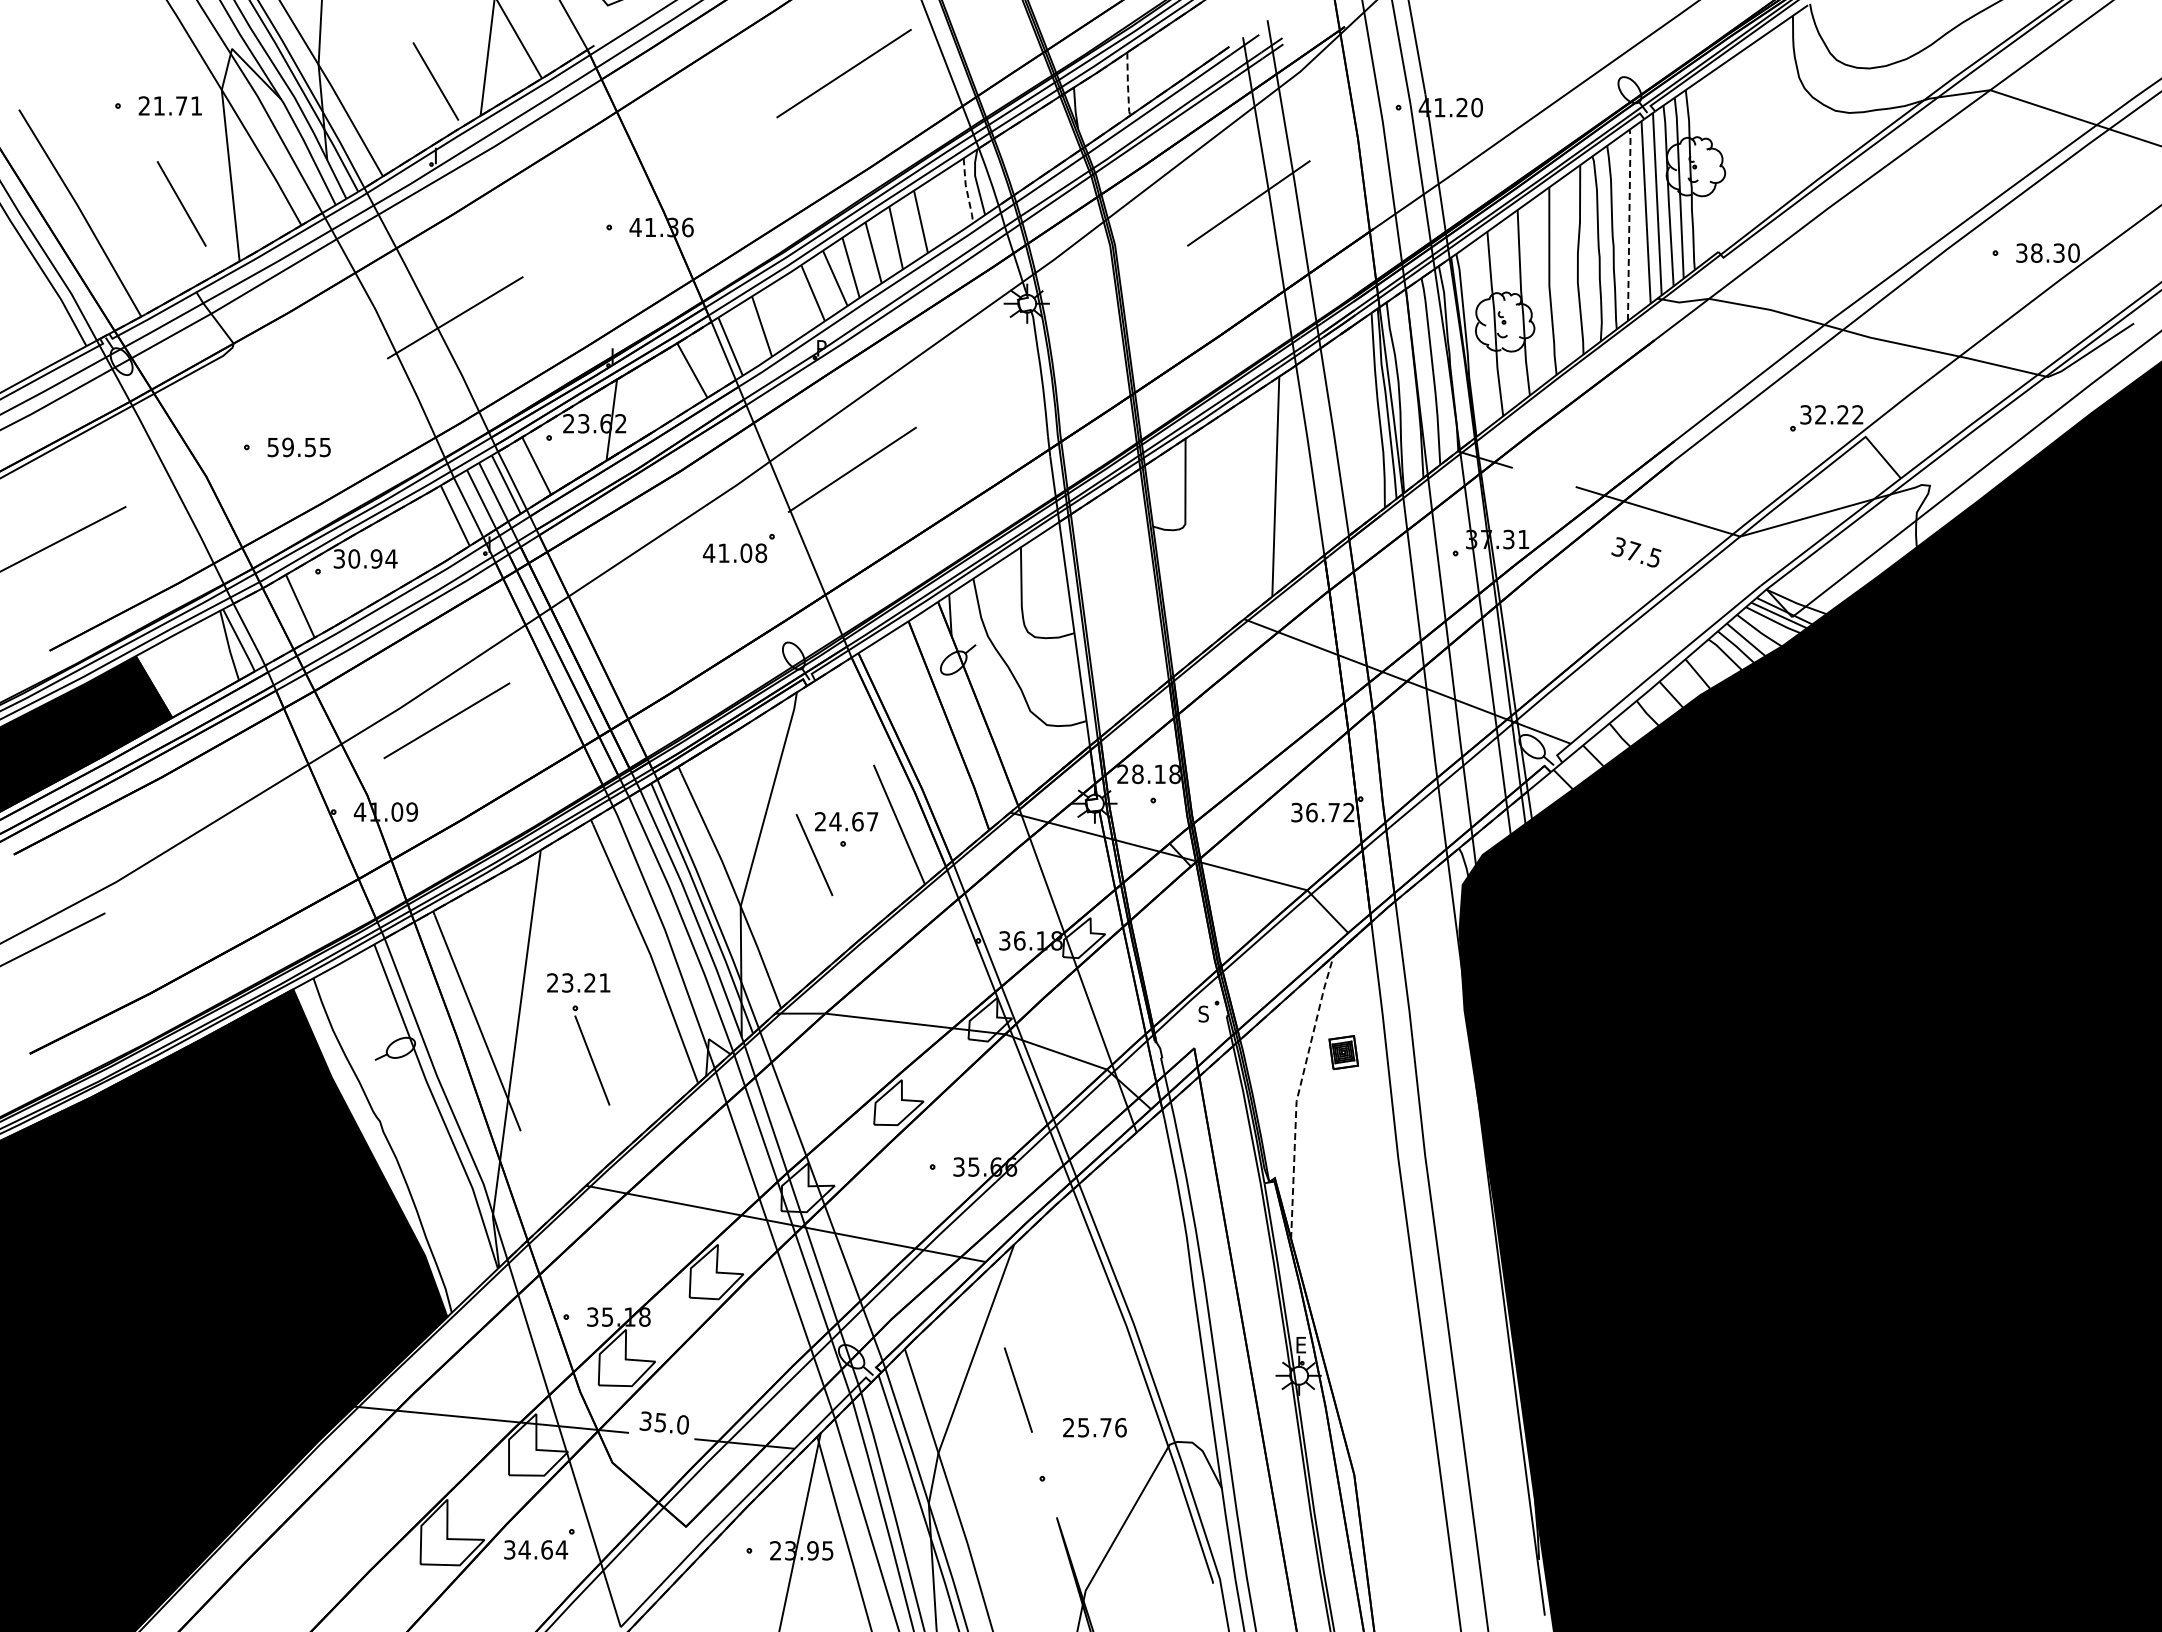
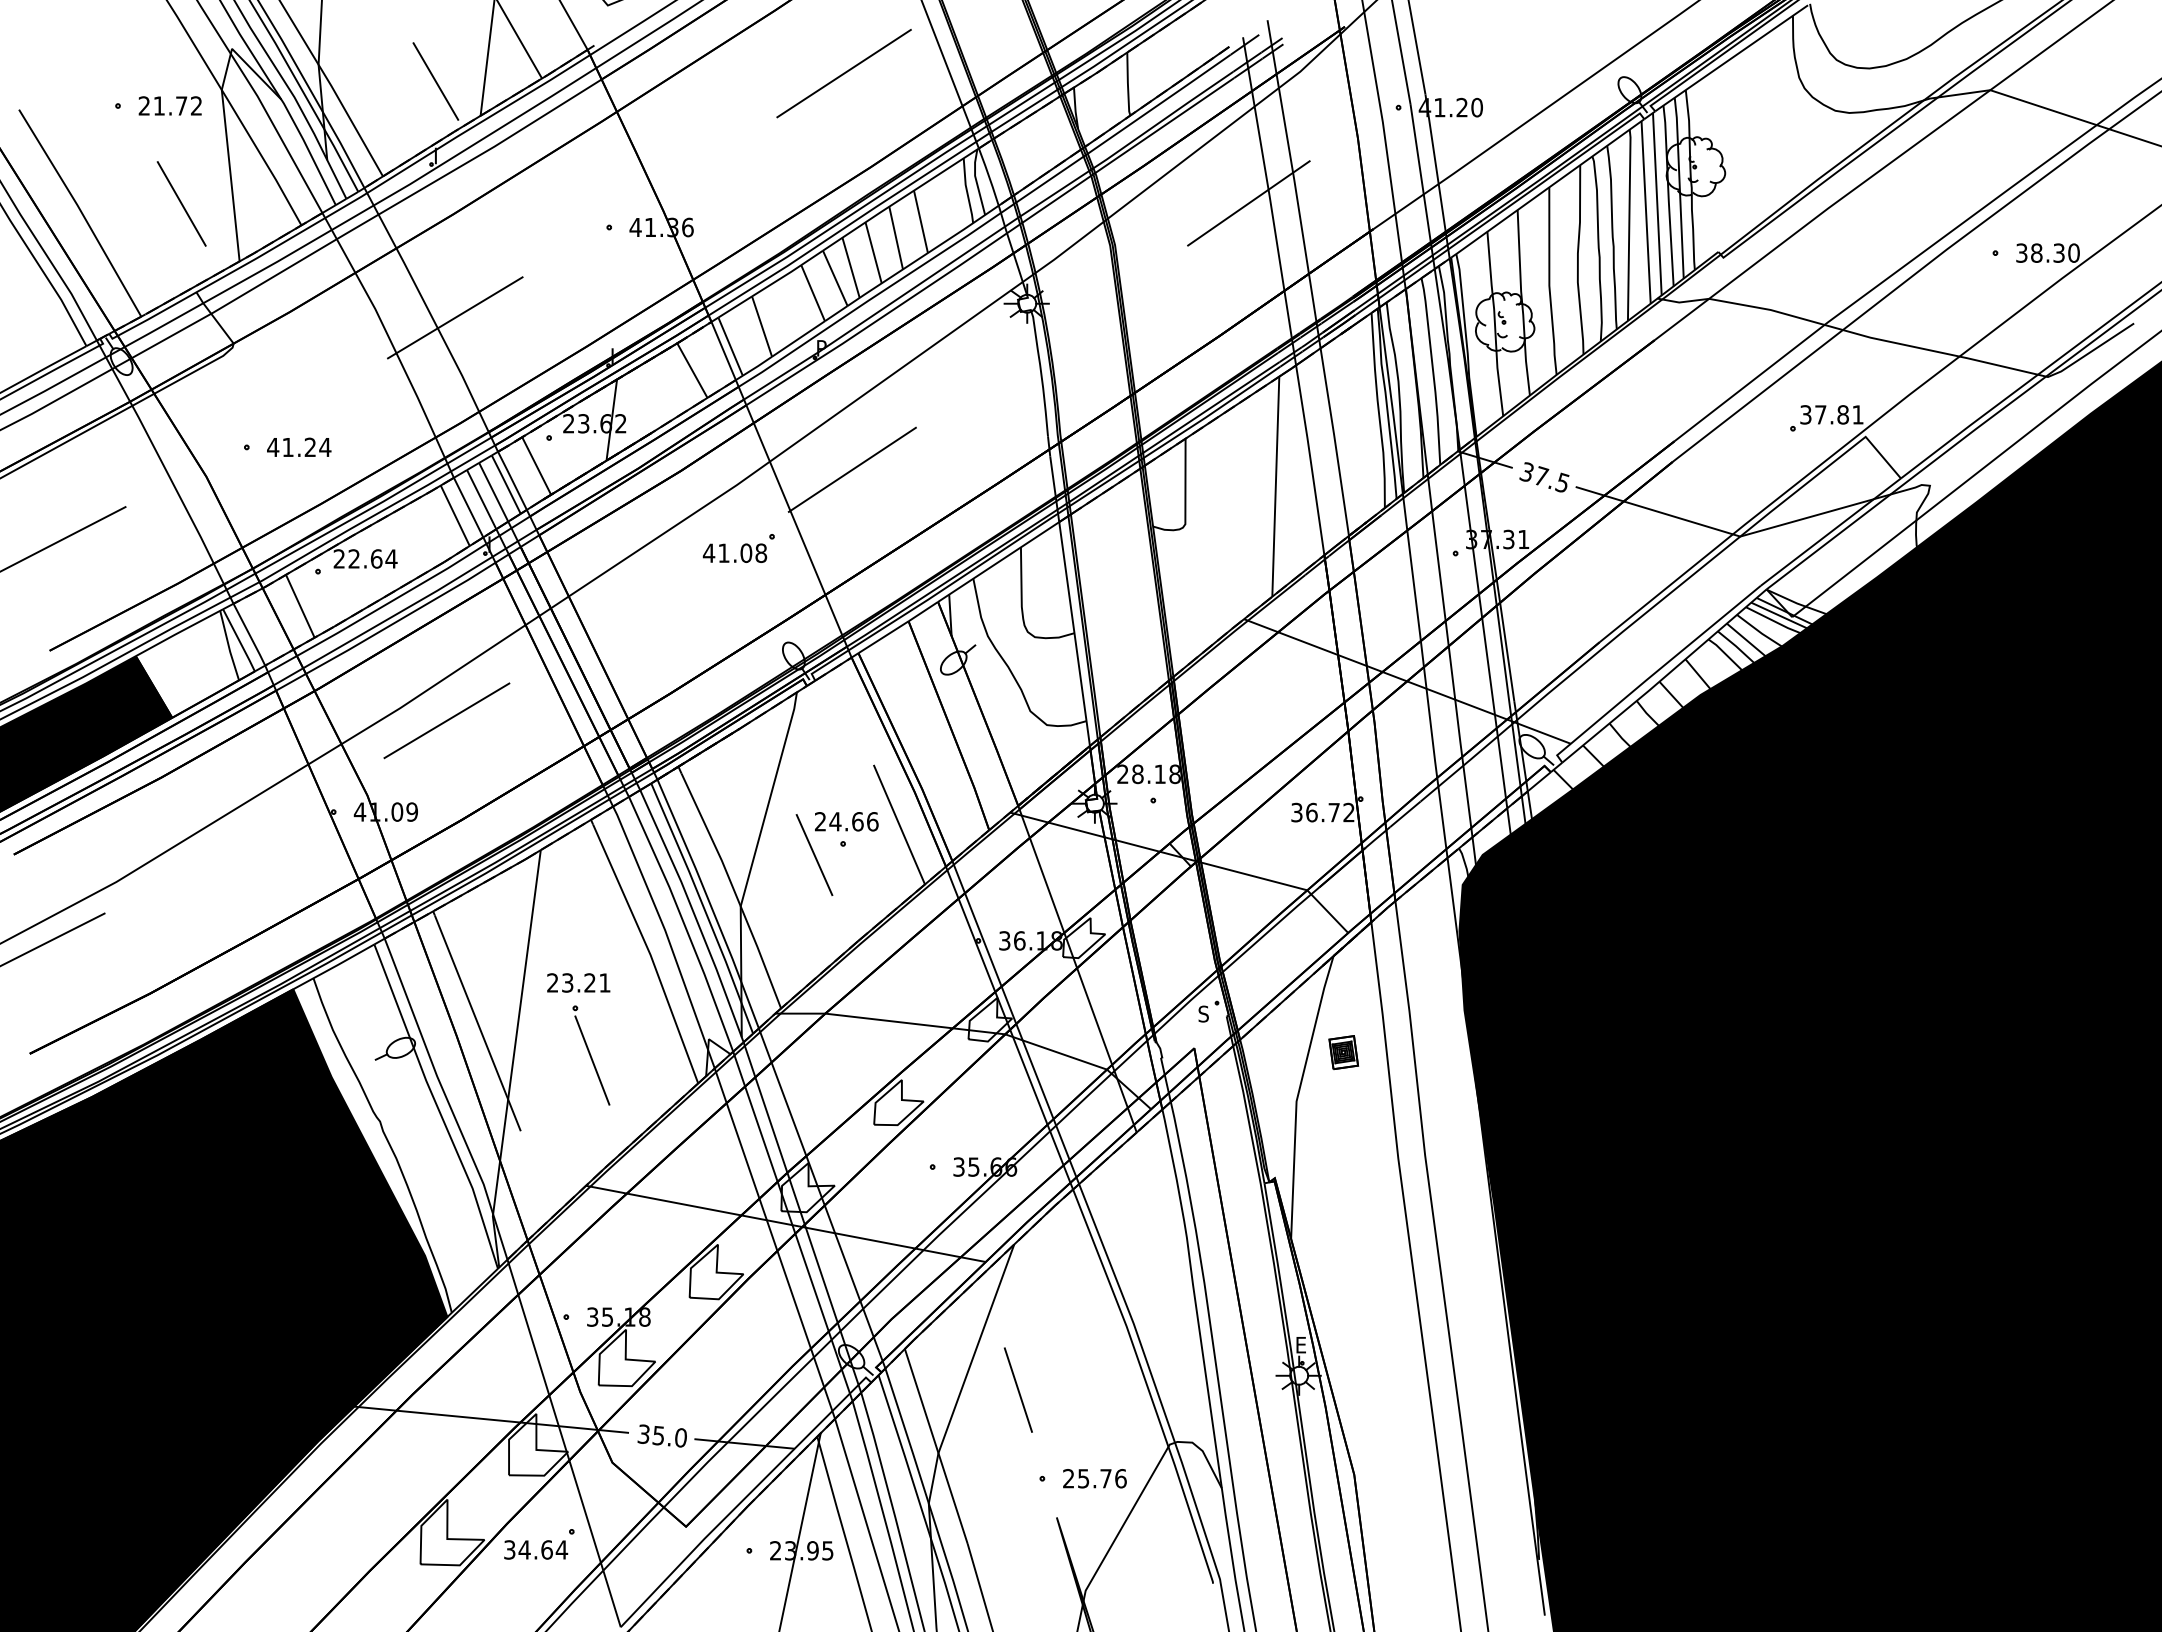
line at (1127, 84): dashed -> solid
text at (195, 105): 21.71 -> 21.72
line at (967, 191): dashed -> solid
line at (1629, 224): dashed -> solid
text at (1839, 414): 32.22 -> 37.81
text at (299, 447): 59.55 -> 41.24
text at (1636, 552) position: (1636, 552) -> (1544, 477)
text at (357, 558): 30.94 -> 22.64
text at (872, 821): 24.67 -> 24.66
line at (1298, 1094): dashed -> solid
text at (663, 1422) position: (663, 1422) -> (661, 1435)
text at (1094, 1427) position: (1094, 1427) -> (1094, 1478)
